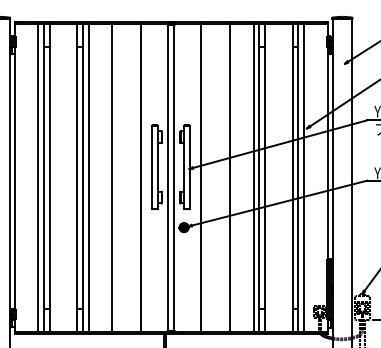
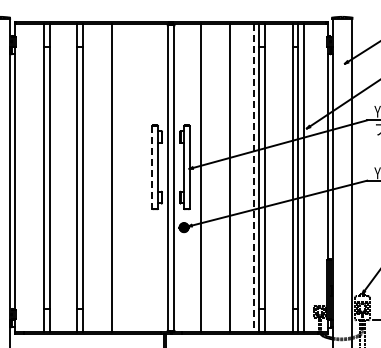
line at (152, 167): solid -> dashed
line at (37, 177): present -> none
line at (88, 177): present -> none
line at (141, 177): present -> none
line at (253, 178): solid -> dashed
